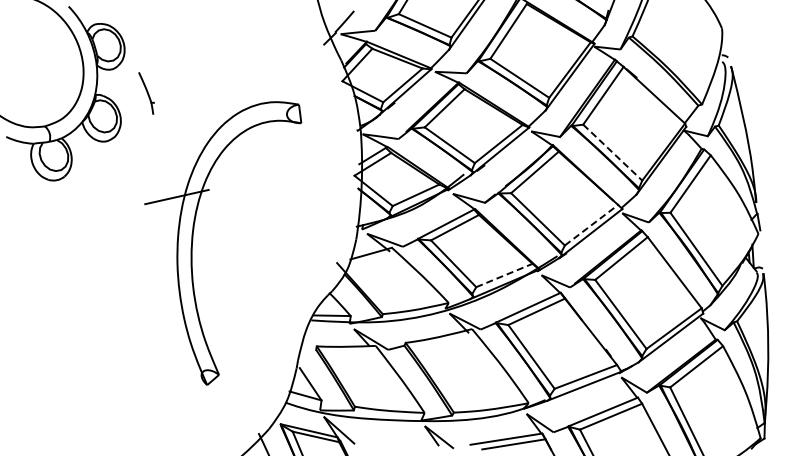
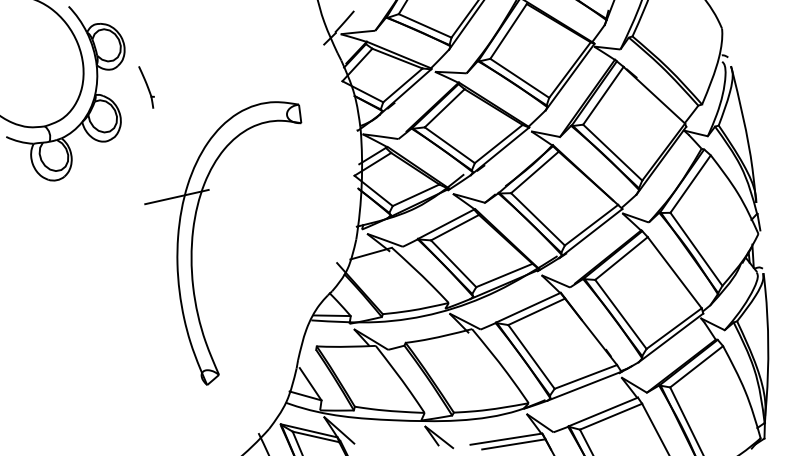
part at (146, 93) position: (146, 93) -> (146, 87)
line at (612, 152): dashed -> solid
line at (591, 224): dashed -> solid
line at (504, 275): dashed -> solid
